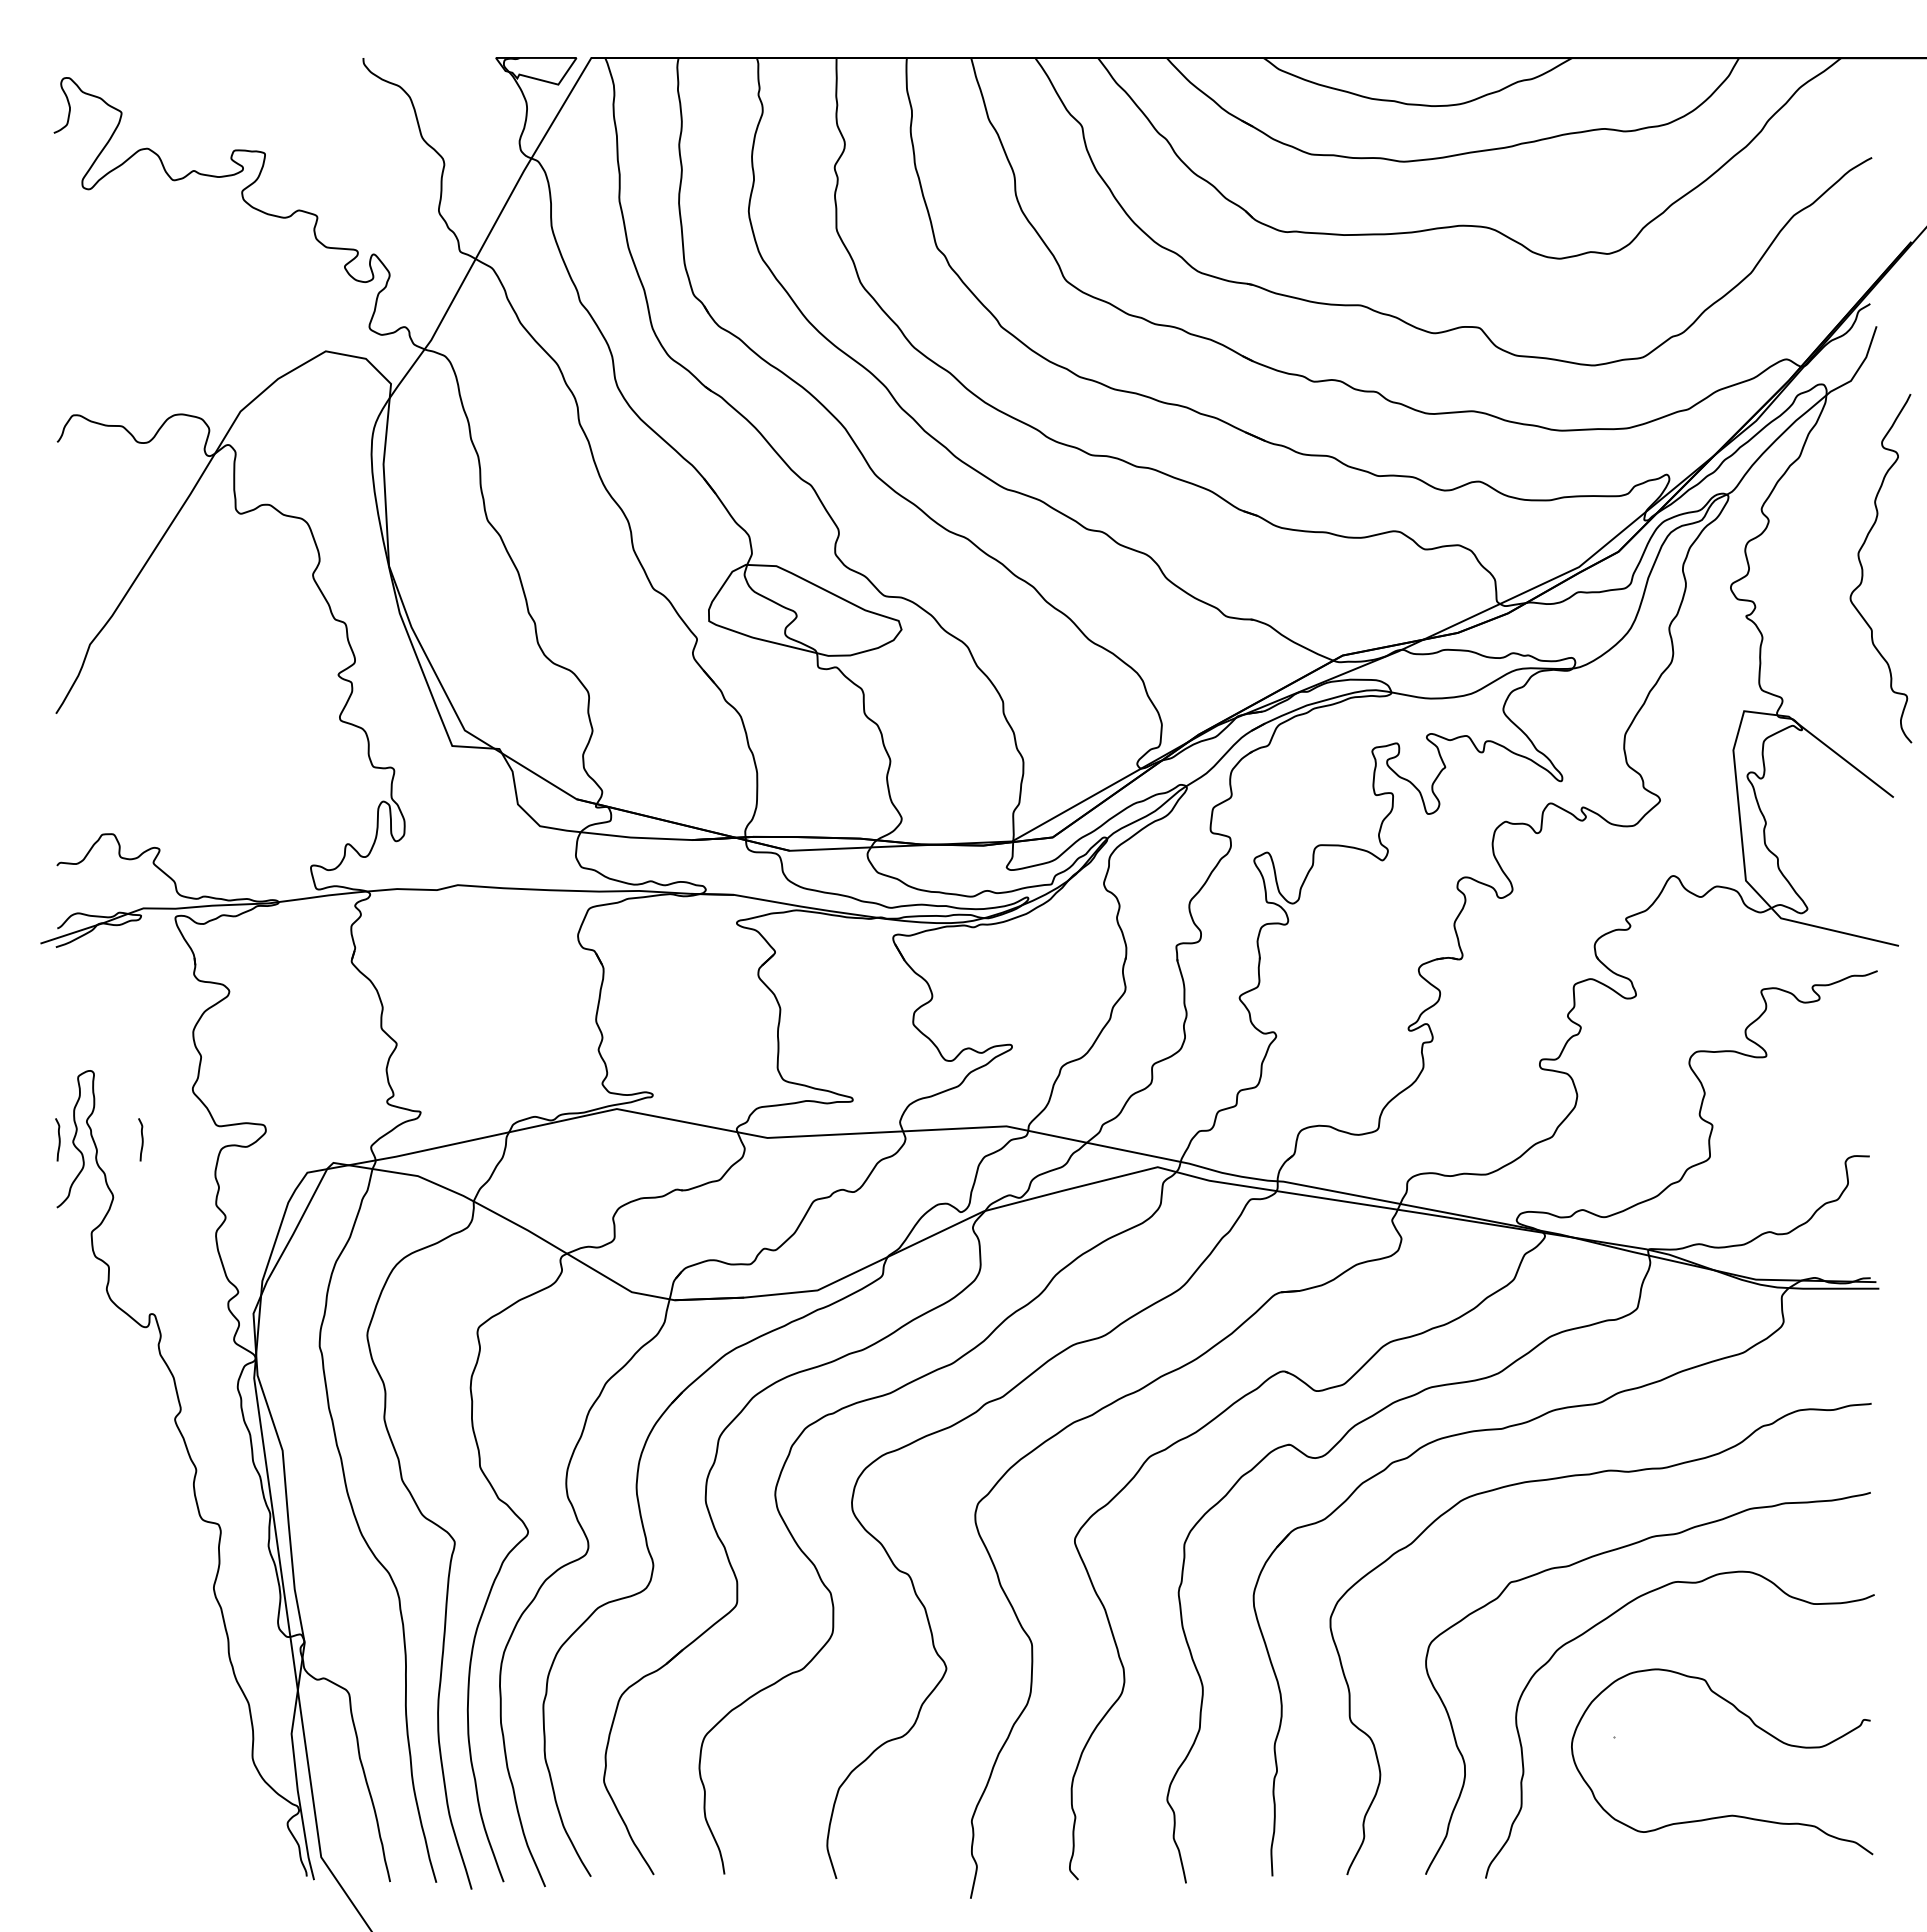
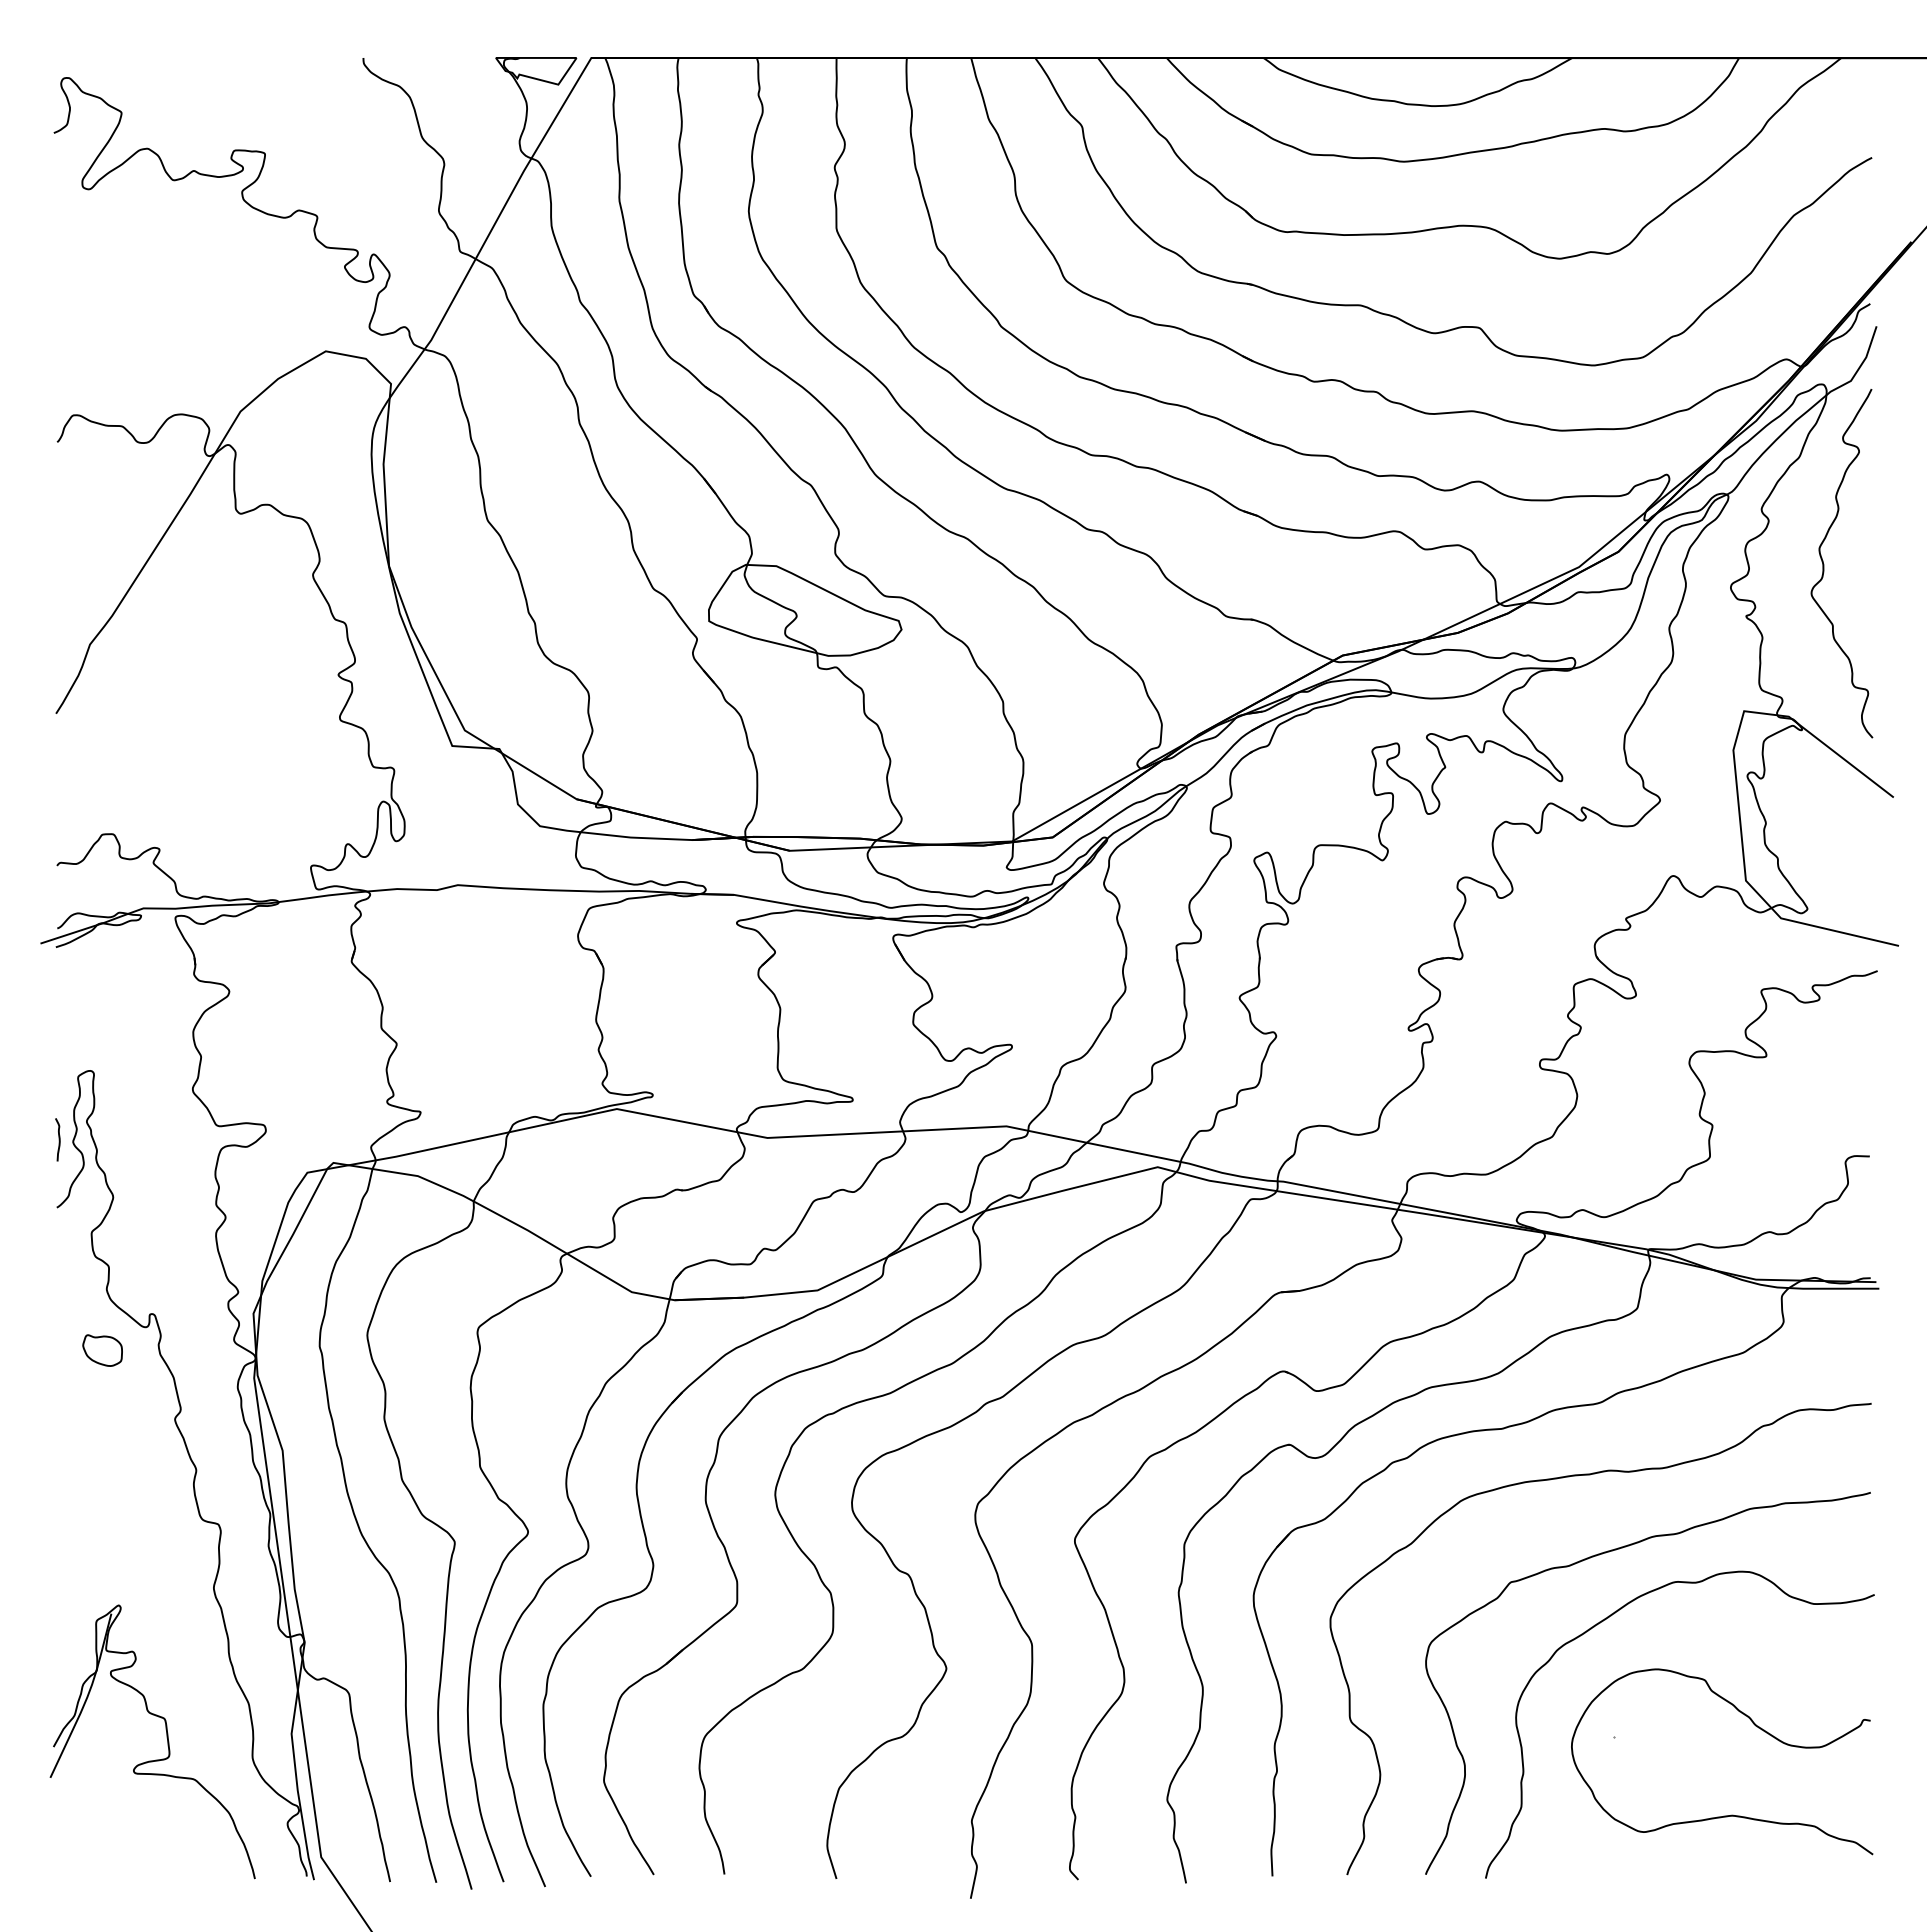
curve at (1863, 569) position: (1863, 569) -> (1824, 564)
curve at (141, 1139): present -> none
part at (102, 1350): none -> present
part at (166, 1737): none -> present
